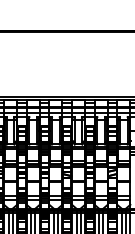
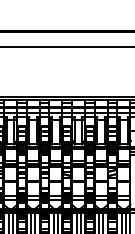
line at (66, 47): none -> present
